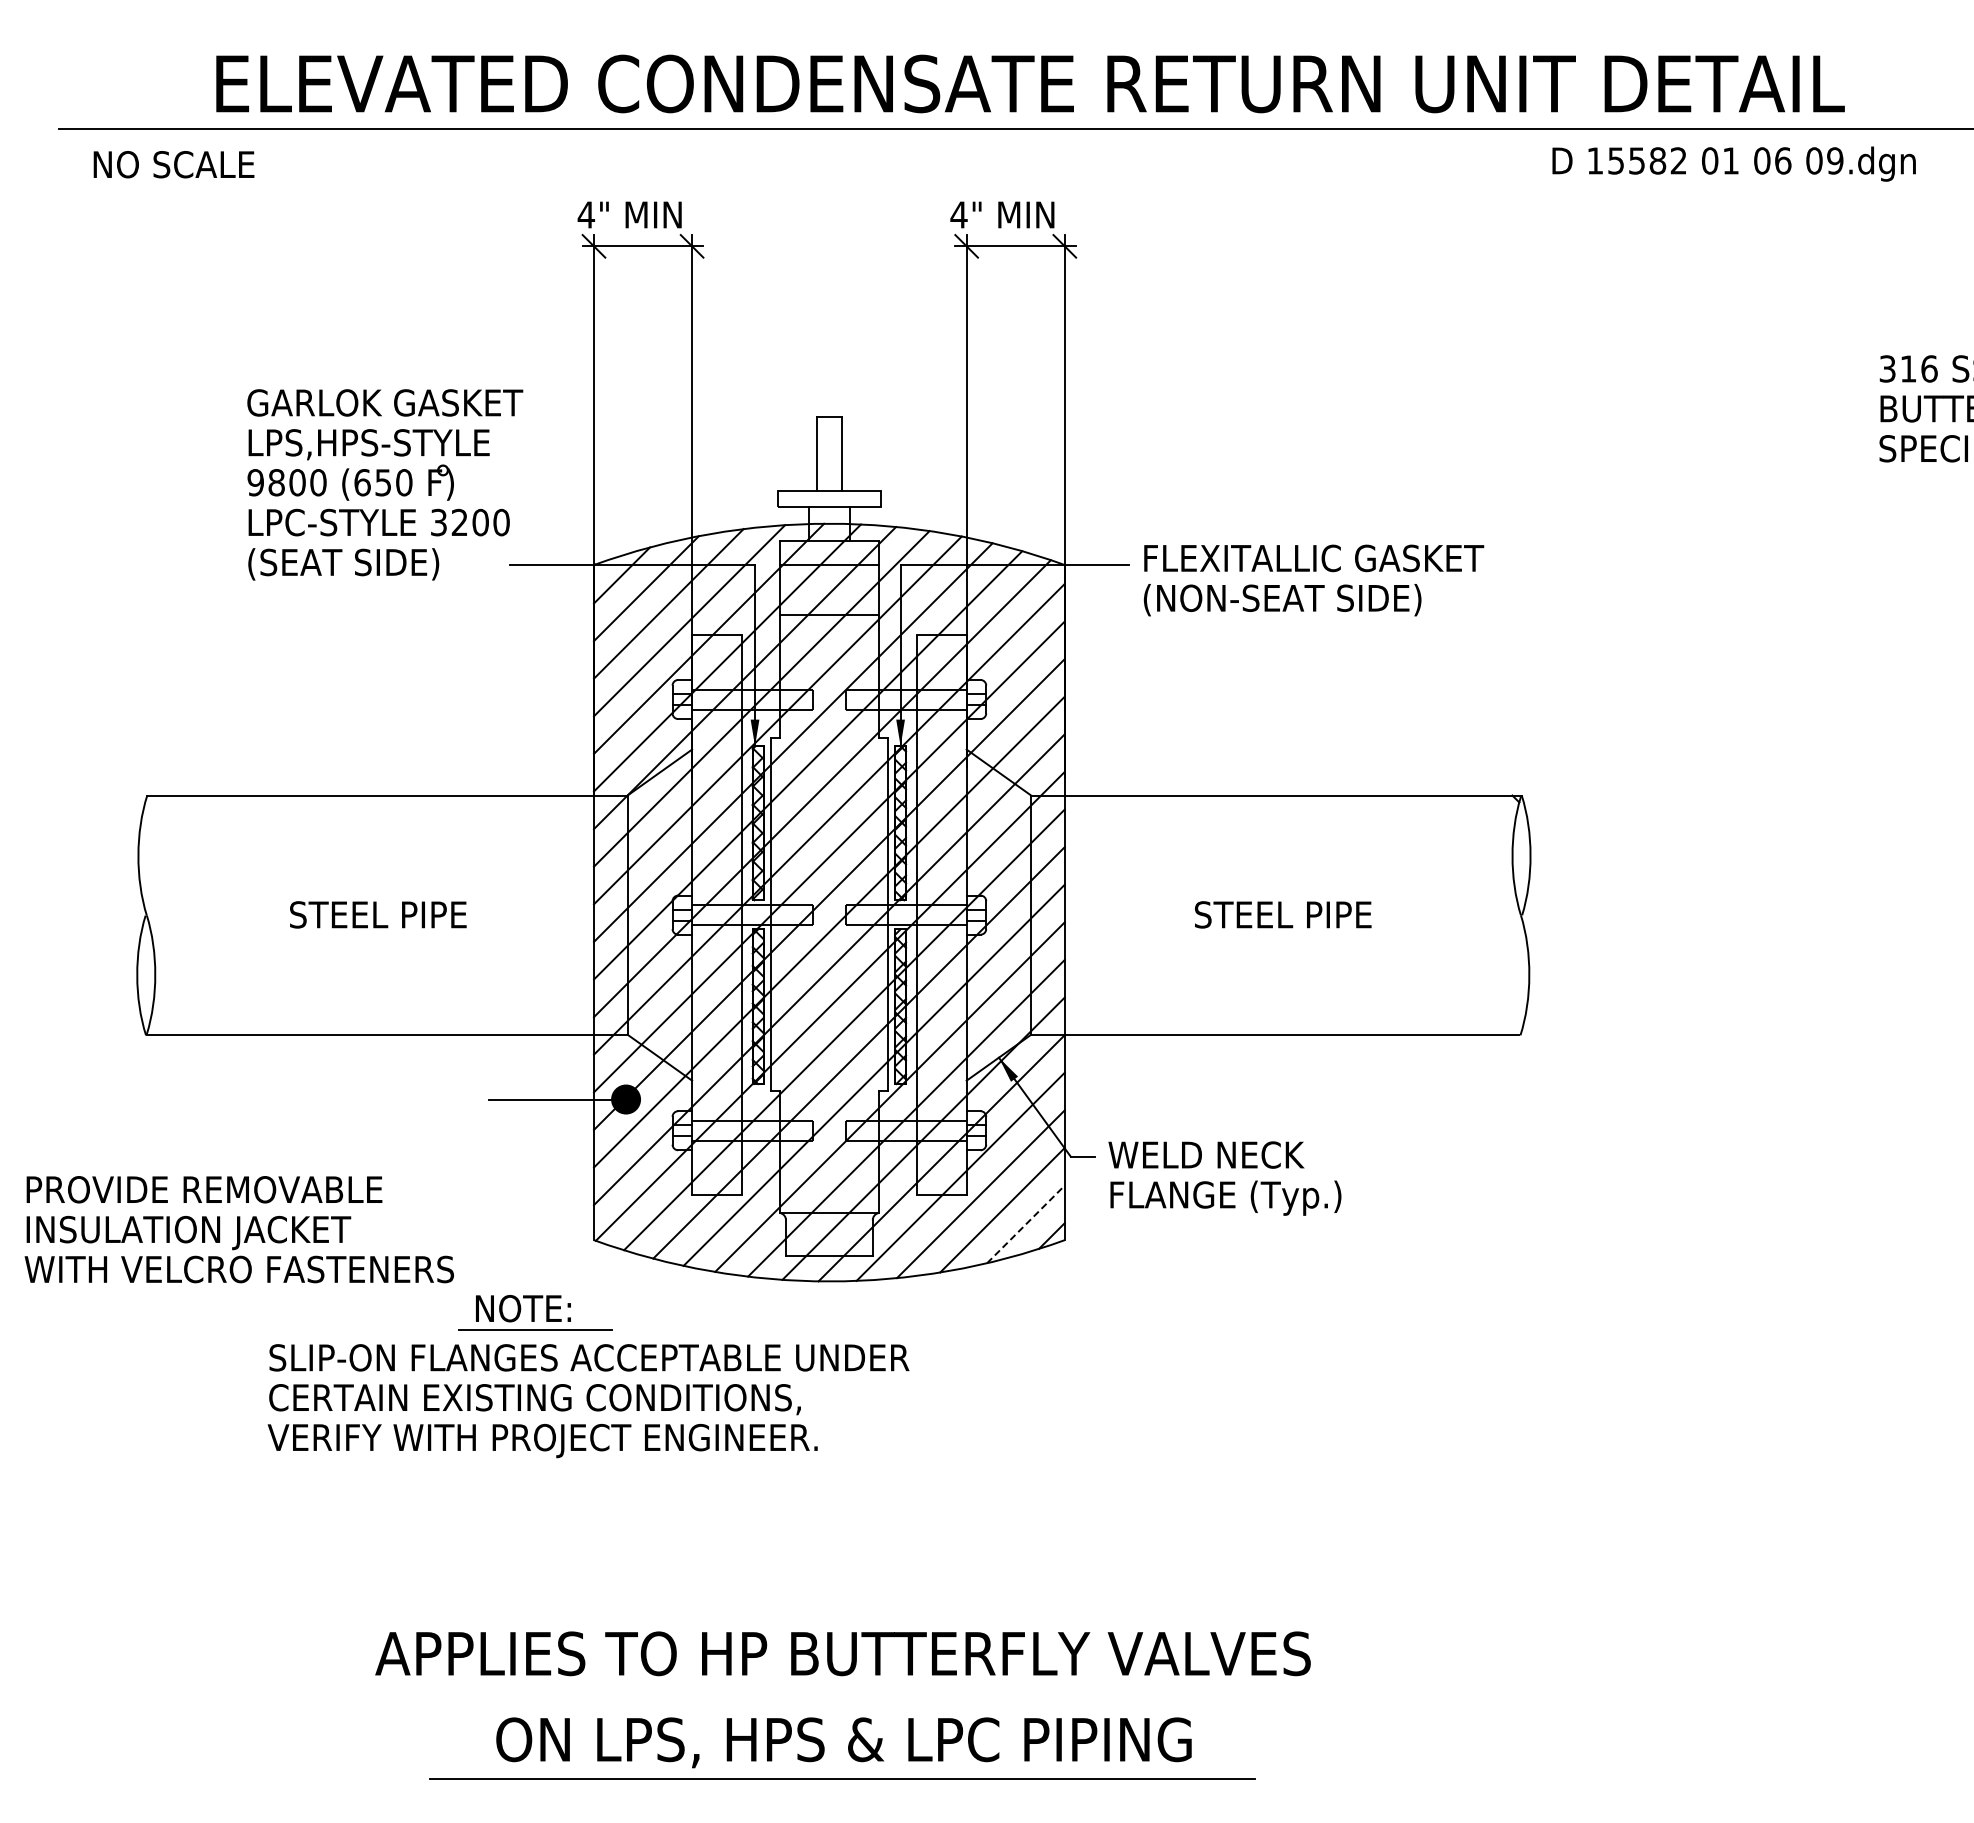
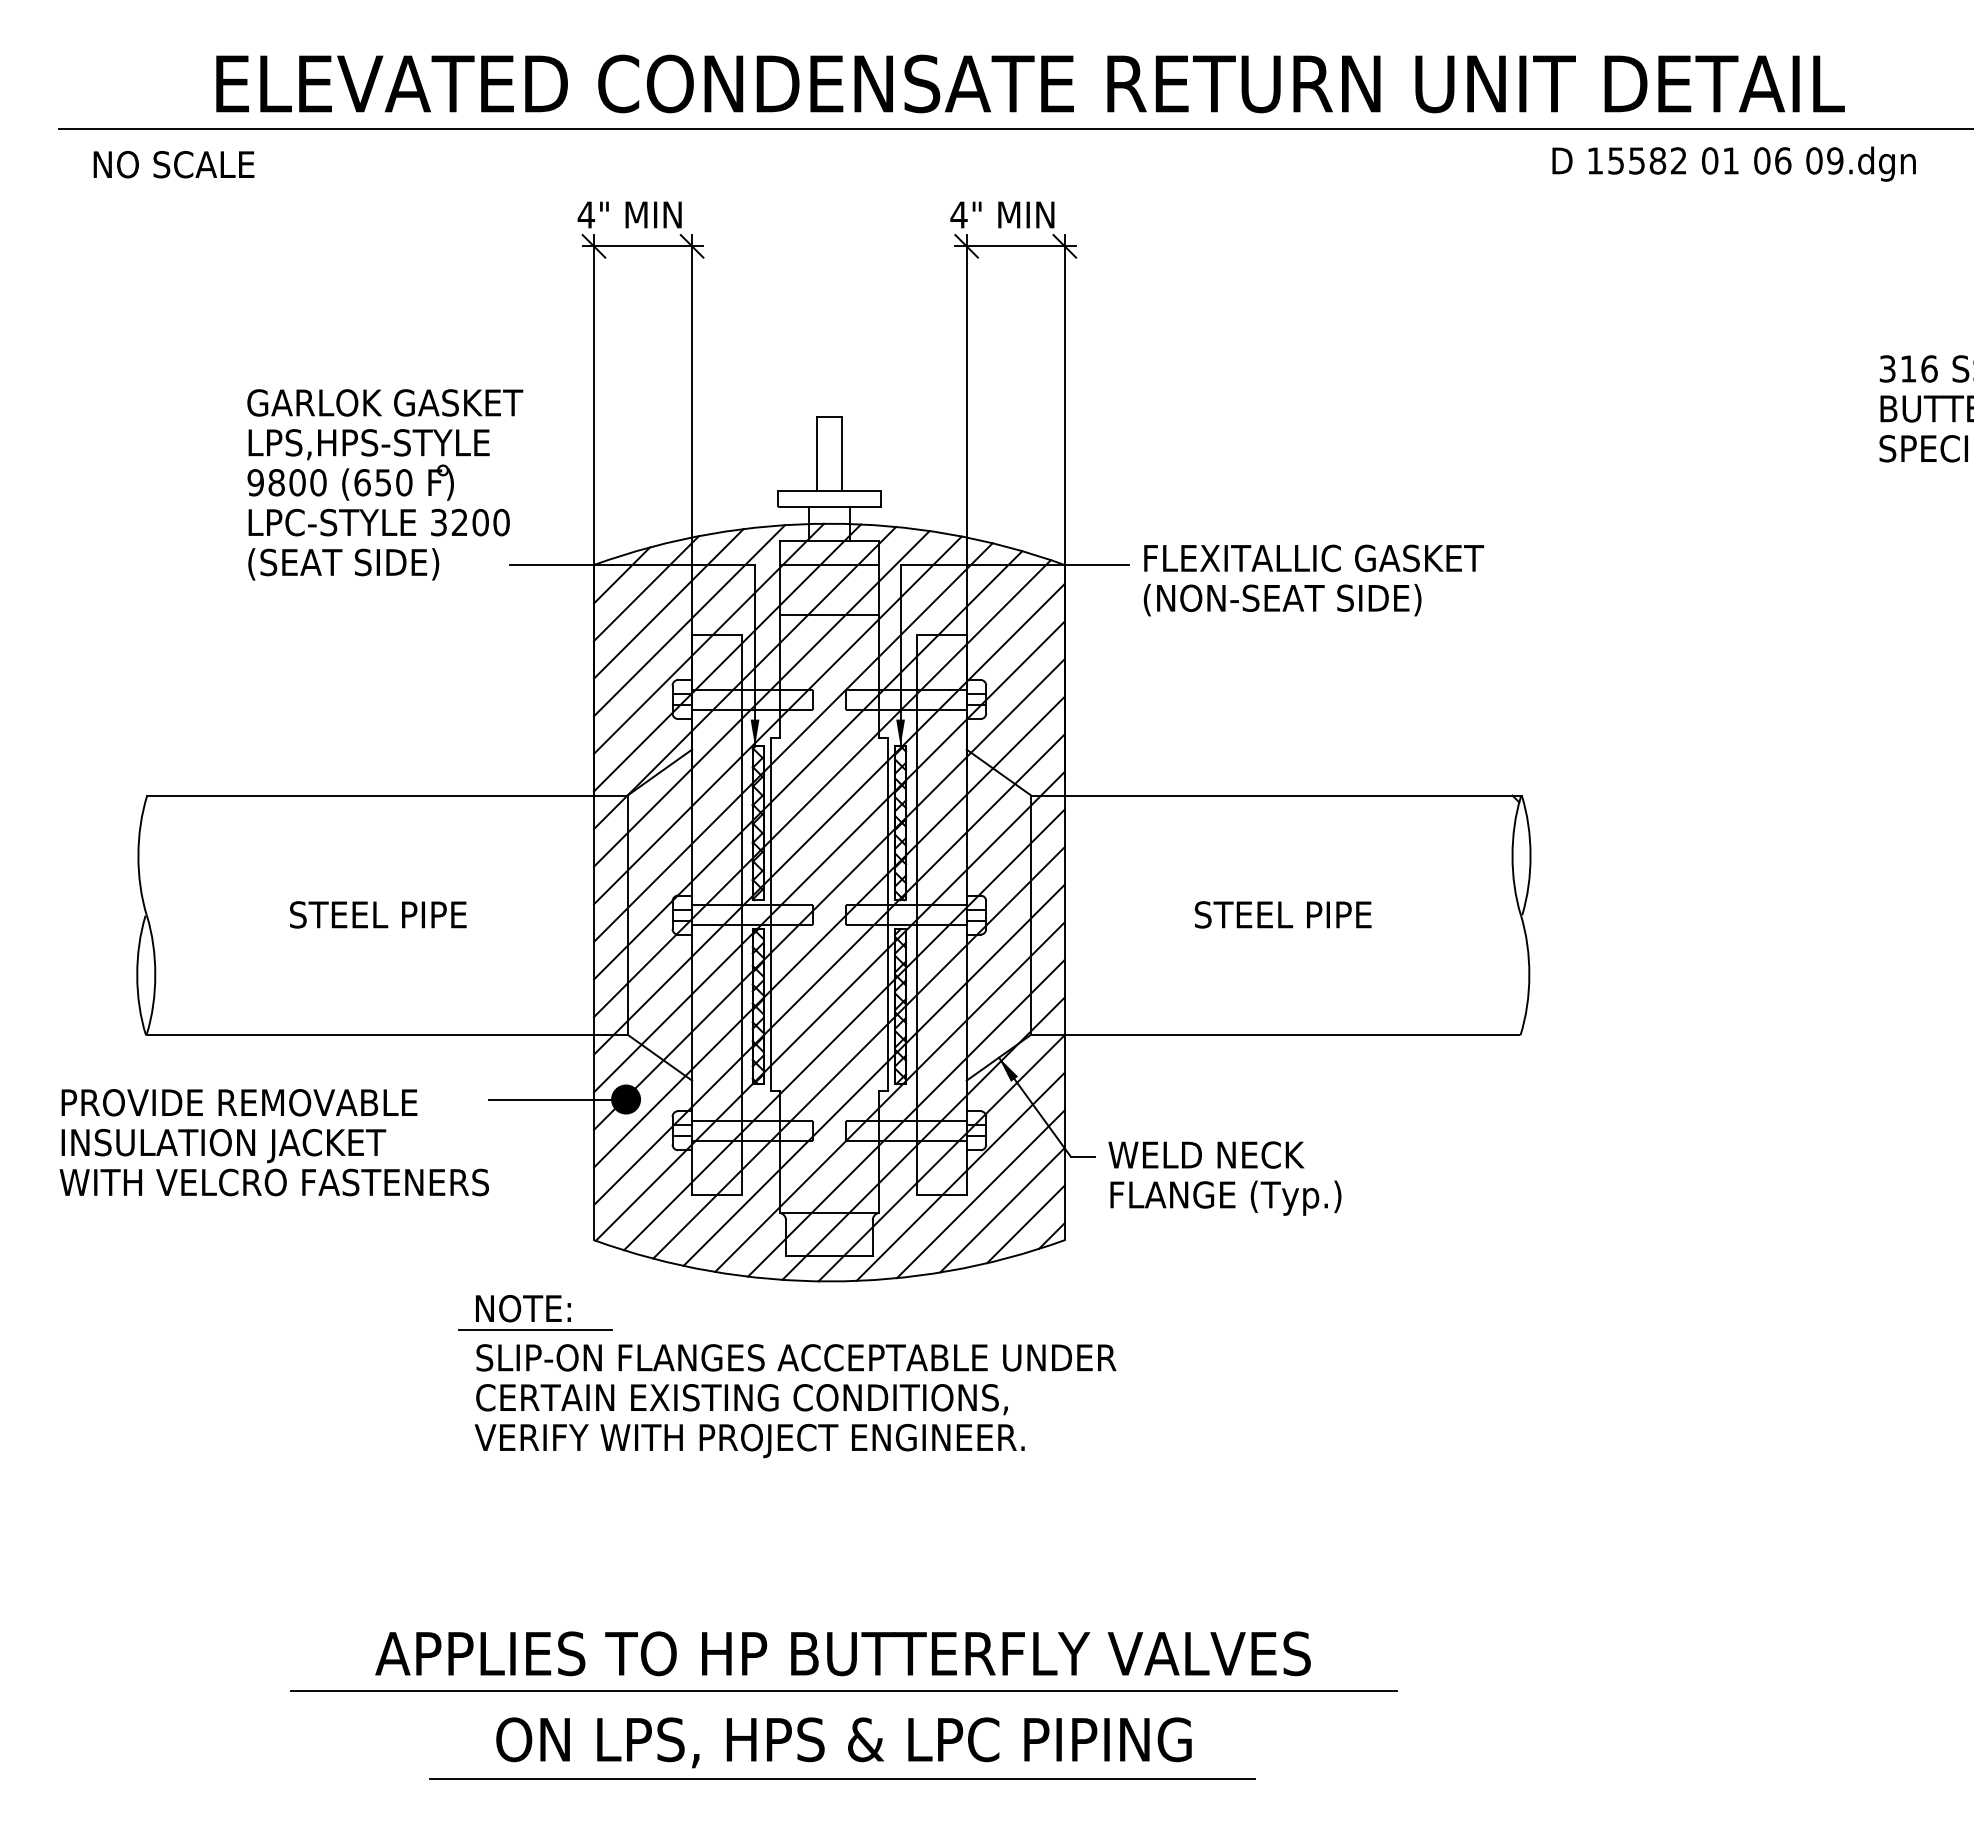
line at (1025, 1224): dashed -> solid
text at (238, 1229) position: (238, 1229) -> (273, 1142)
text at (588, 1401) position: (588, 1401) -> (795, 1401)
line at (843, 1691): none -> present
